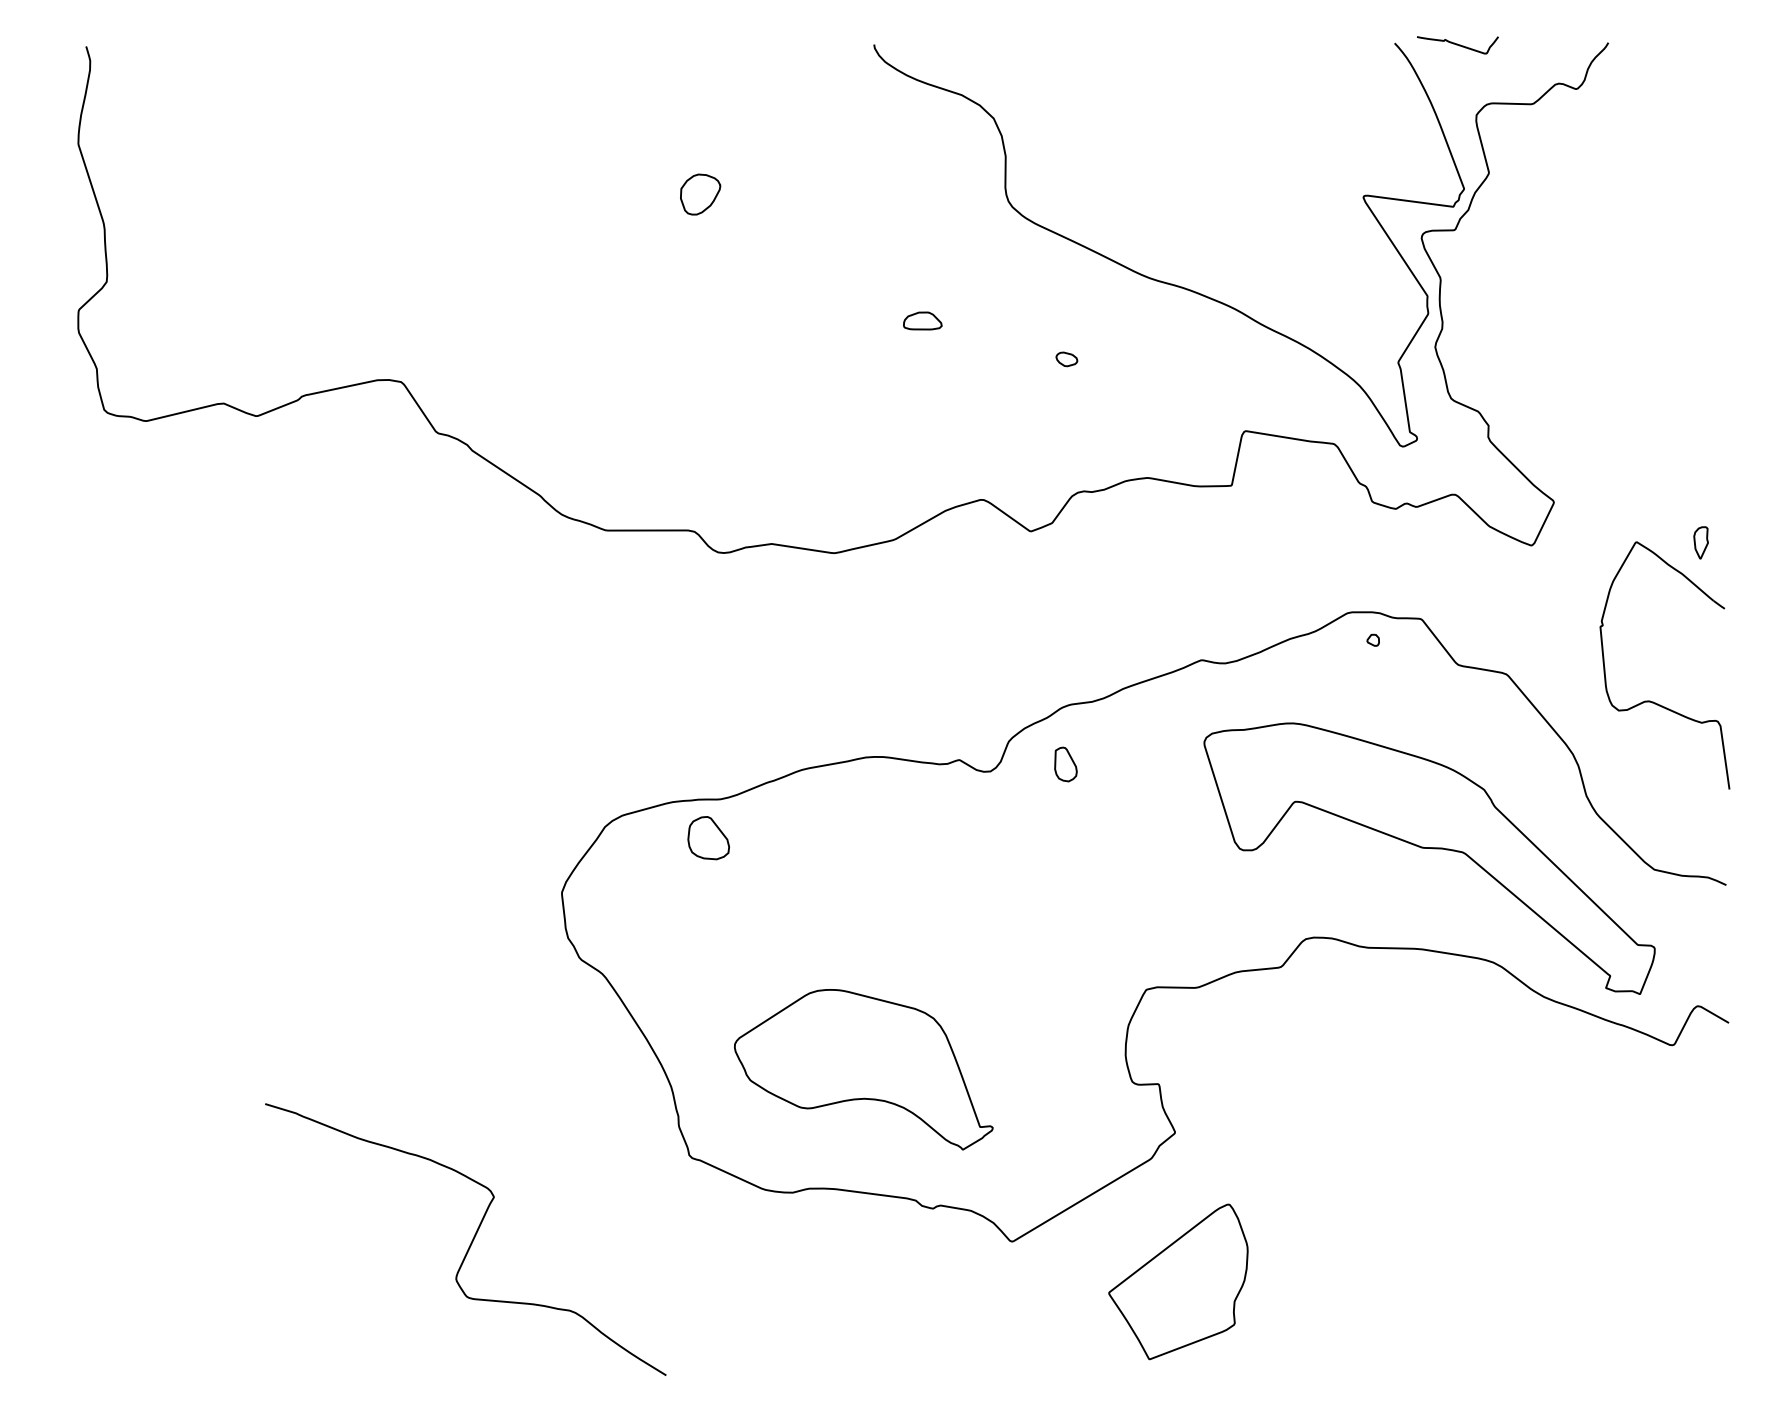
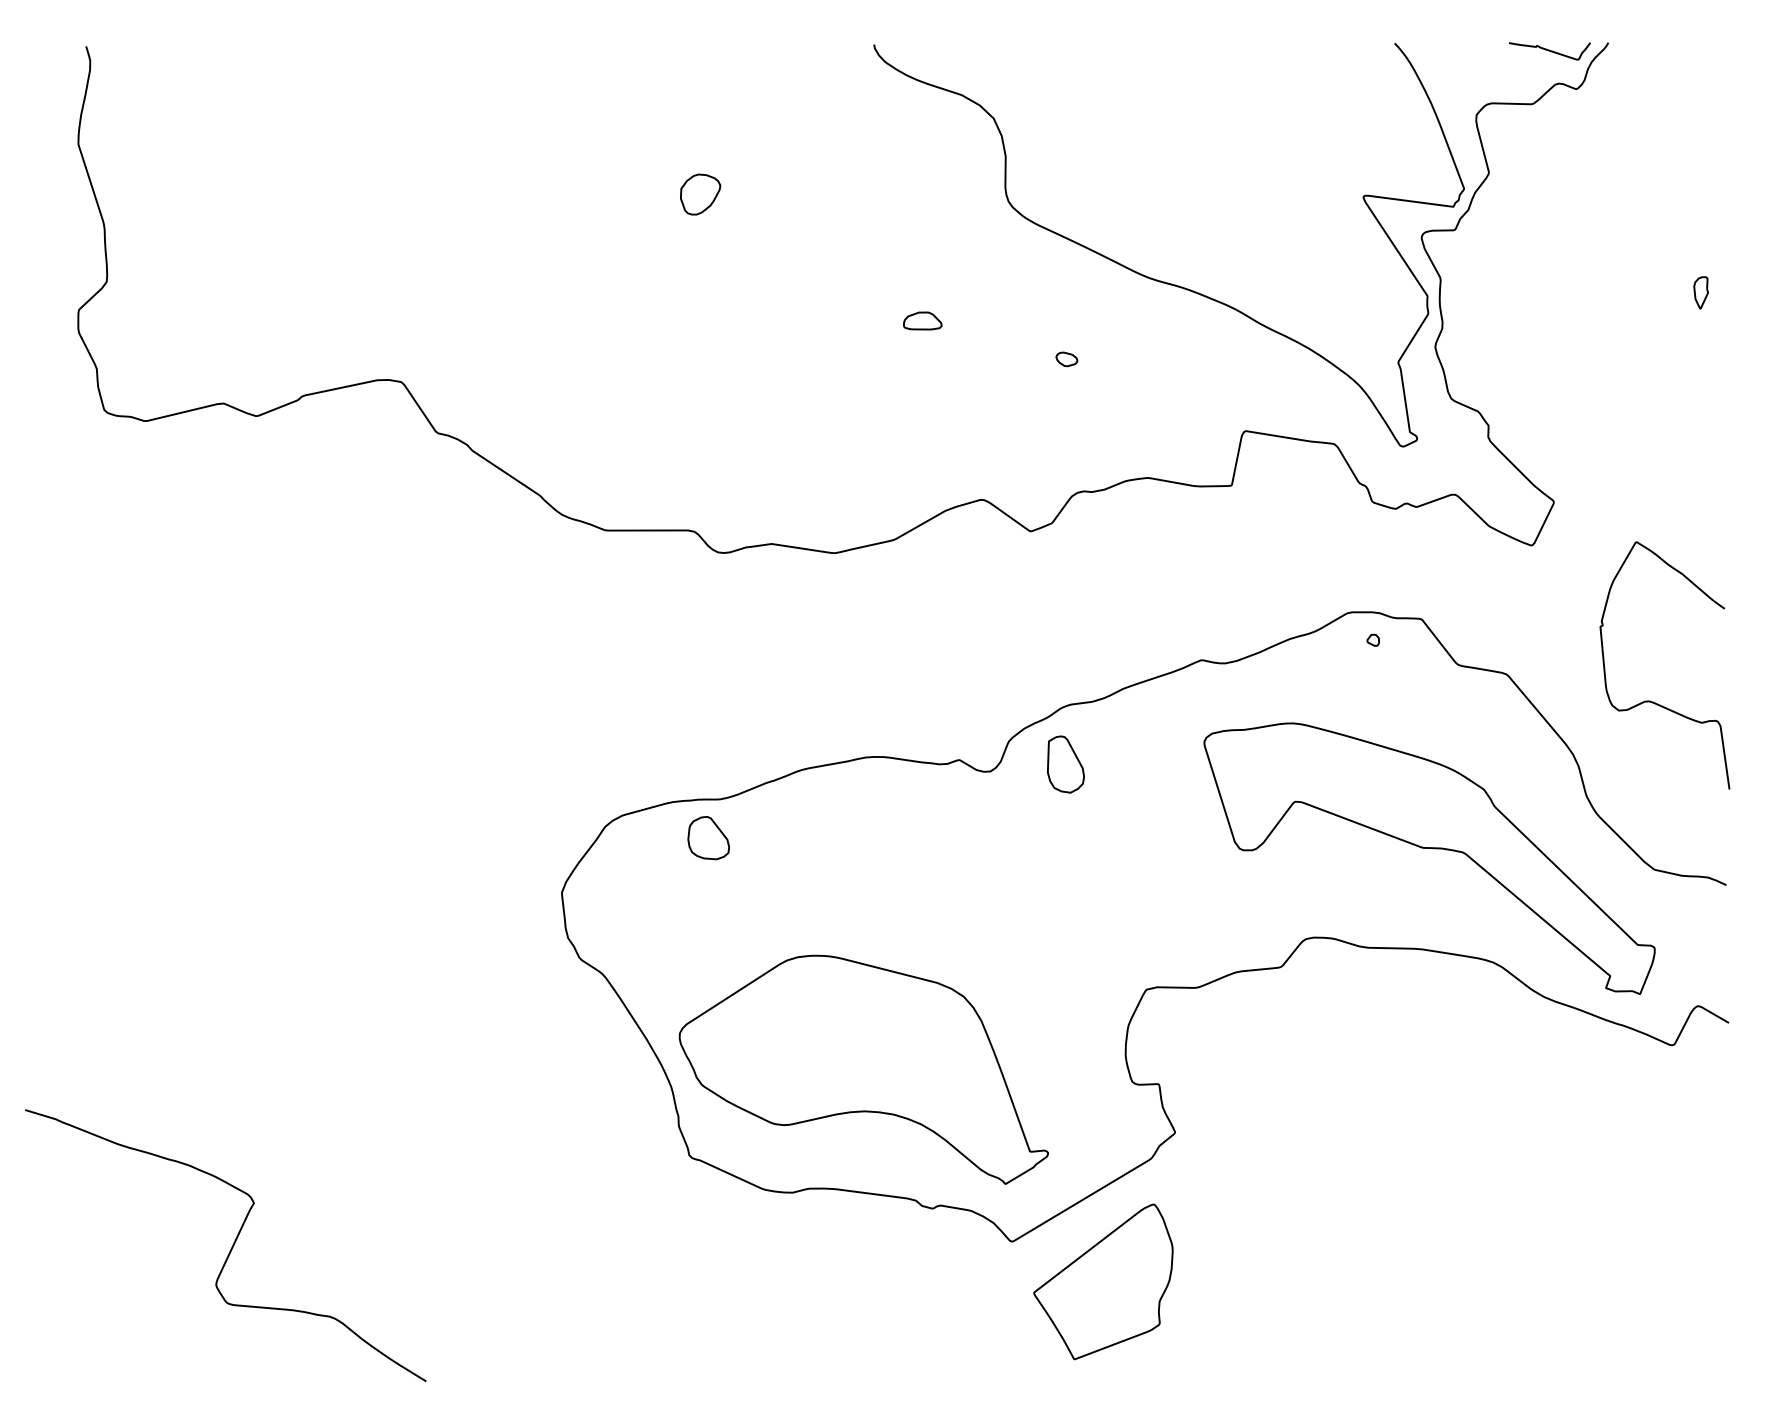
curve at (1457, 45) position: (1457, 45) -> (1549, 51)
part at (1700, 542) position: (1700, 542) -> (1700, 292)
part at (1065, 764) size: 24x37 px -> 38x59 px
part at (863, 1069) size: 260x162 px -> 371x231 px
curve at (471, 1240) position: (471, 1240) -> (231, 1246)
part at (1178, 1281) position: (1178, 1281) -> (1103, 1281)
